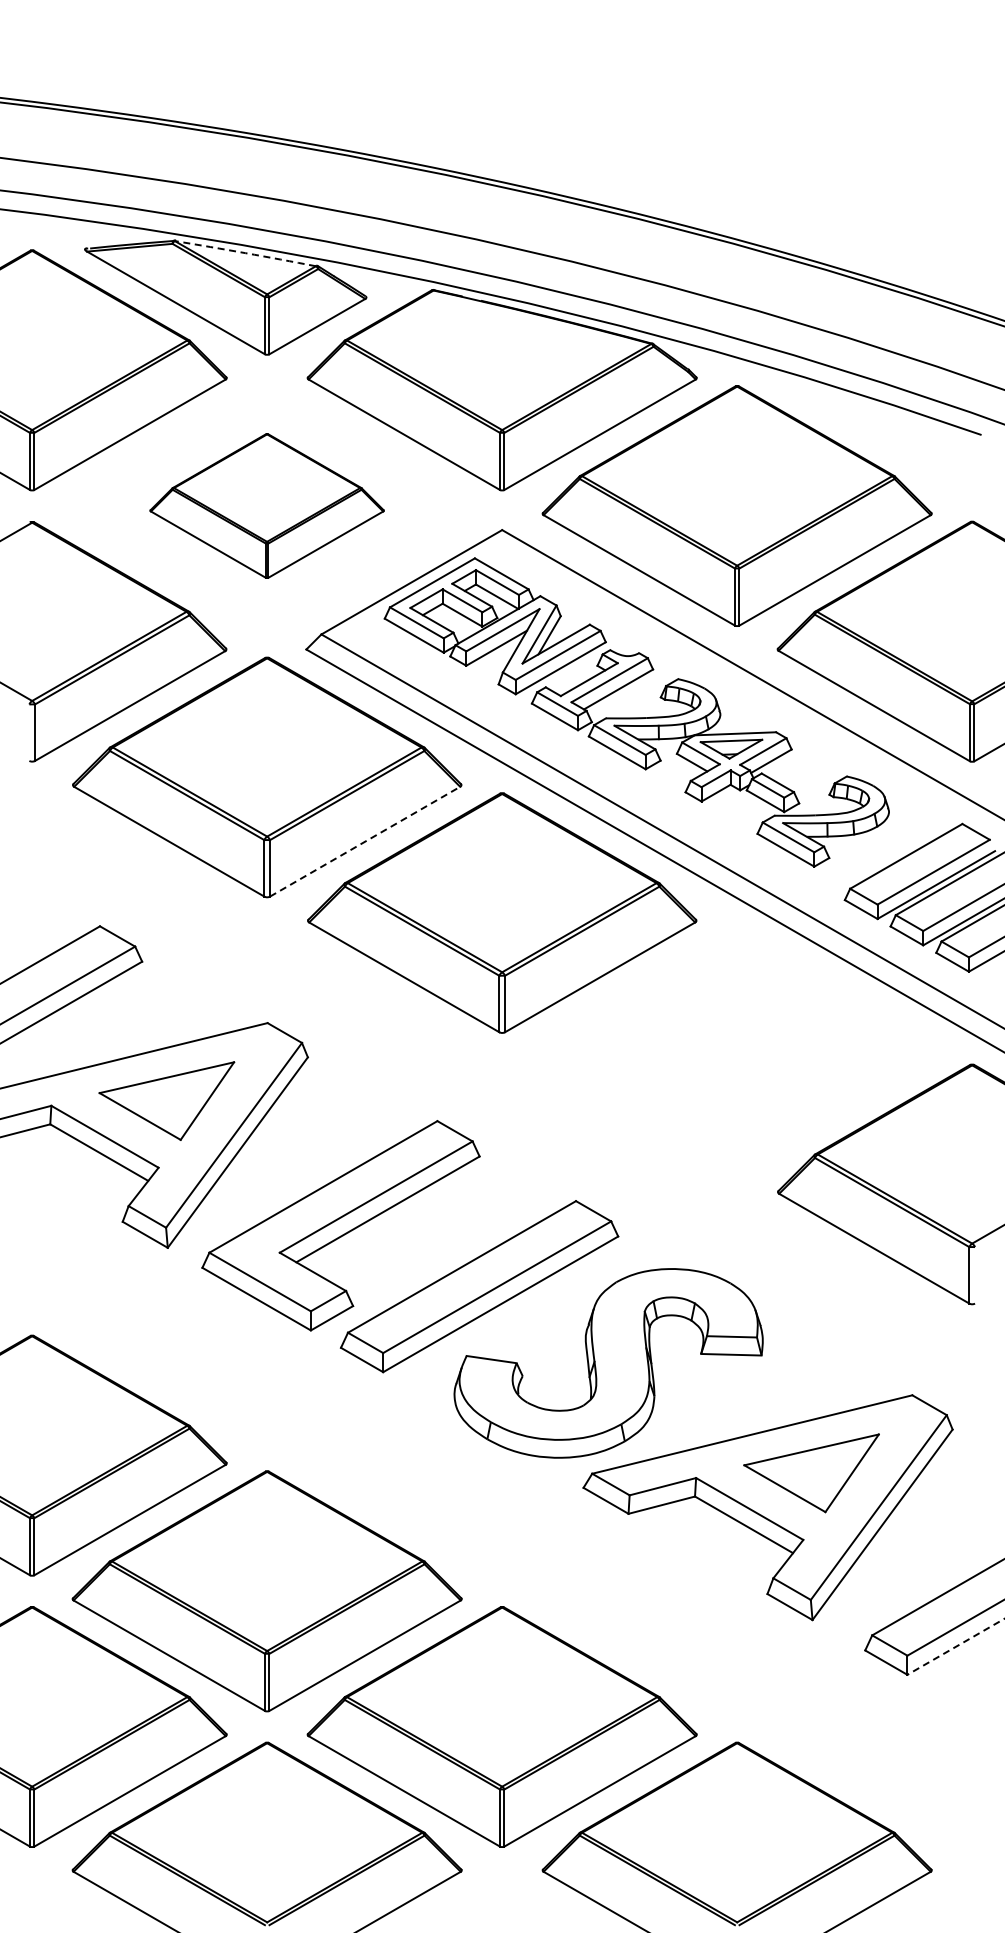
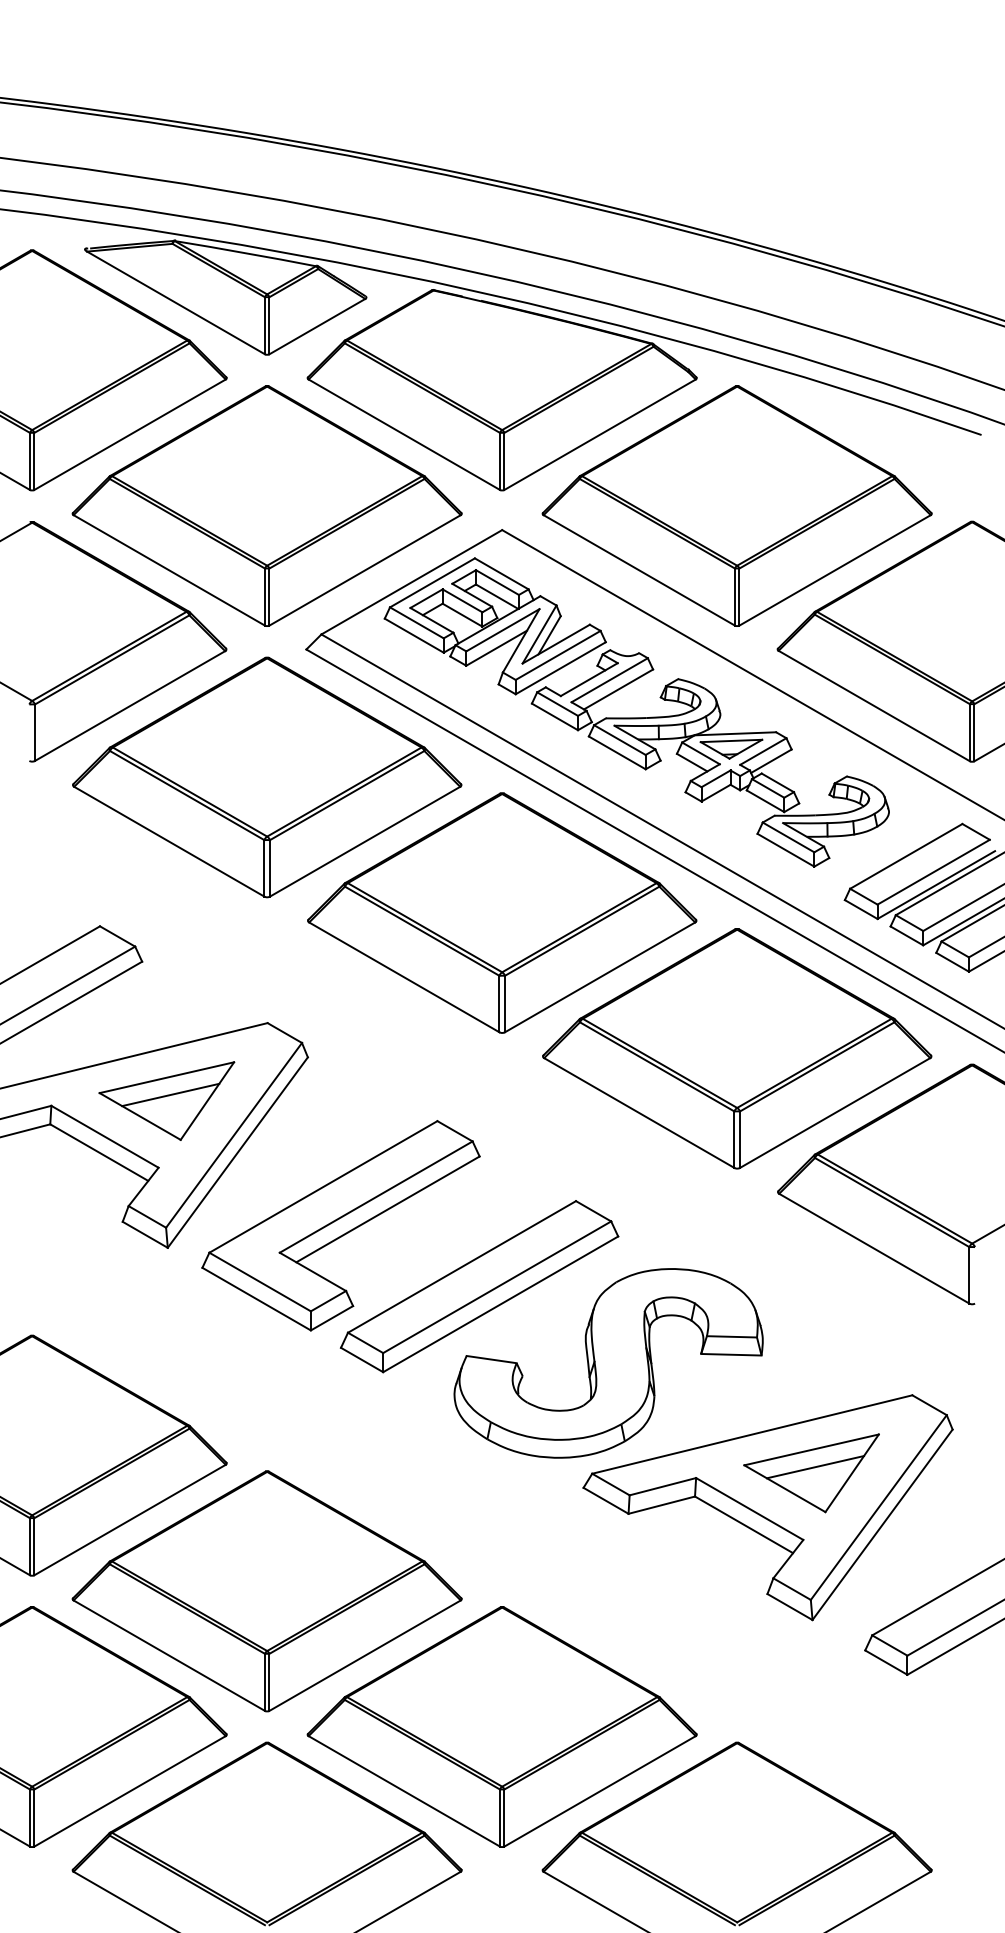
arc at (245, 253): dashed -> solid
part at (266, 505) size: 236x146 px -> 392x242 px
line at (365, 841): dashed -> solid
part at (737, 1048): none -> present
line at (170, 1094): none -> present
line at (815, 1467): none -> present
line at (955, 1646): dashed -> solid
